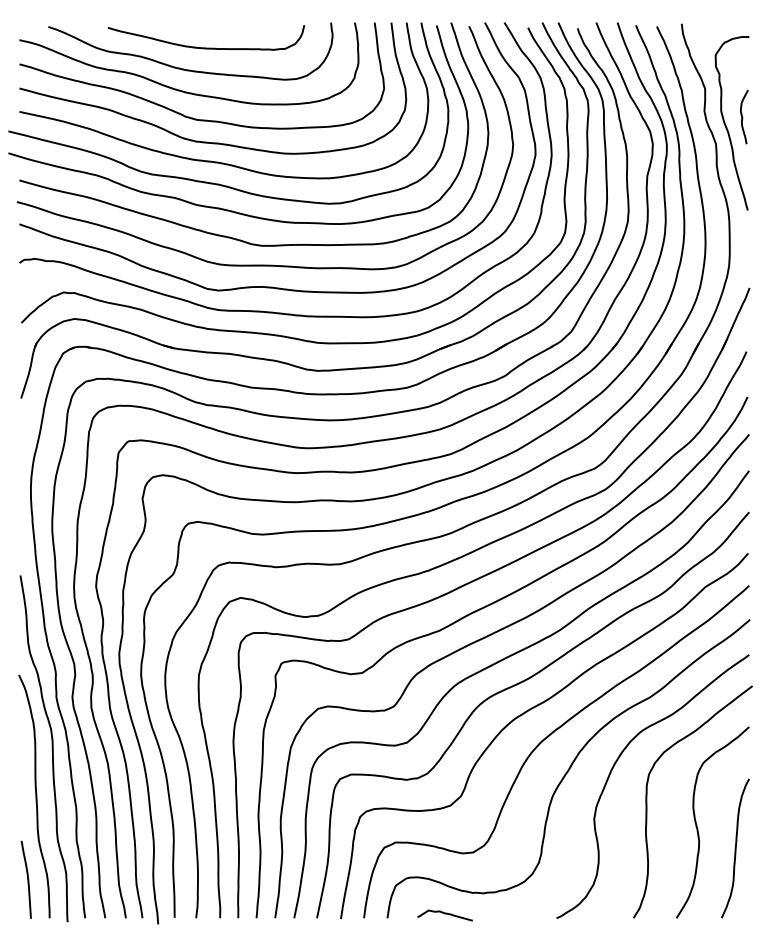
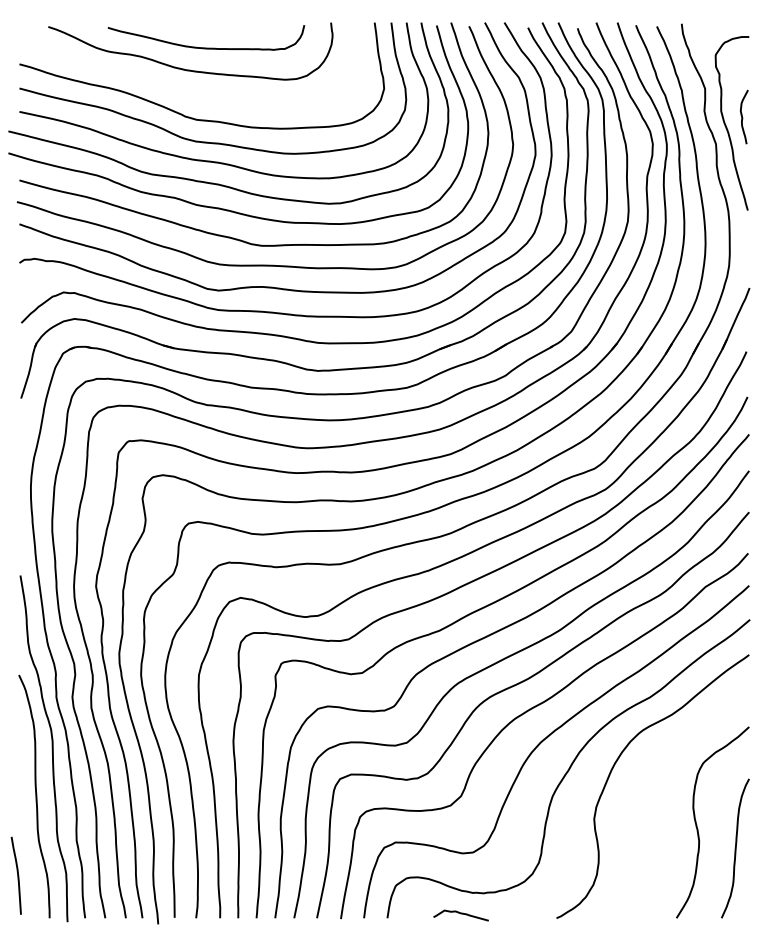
curve at (183, 90): present -> none
curve at (647, 801): present -> none
curve at (27, 879) position: (27, 879) -> (17, 875)
curve at (444, 914) position: (444, 914) -> (460, 914)
